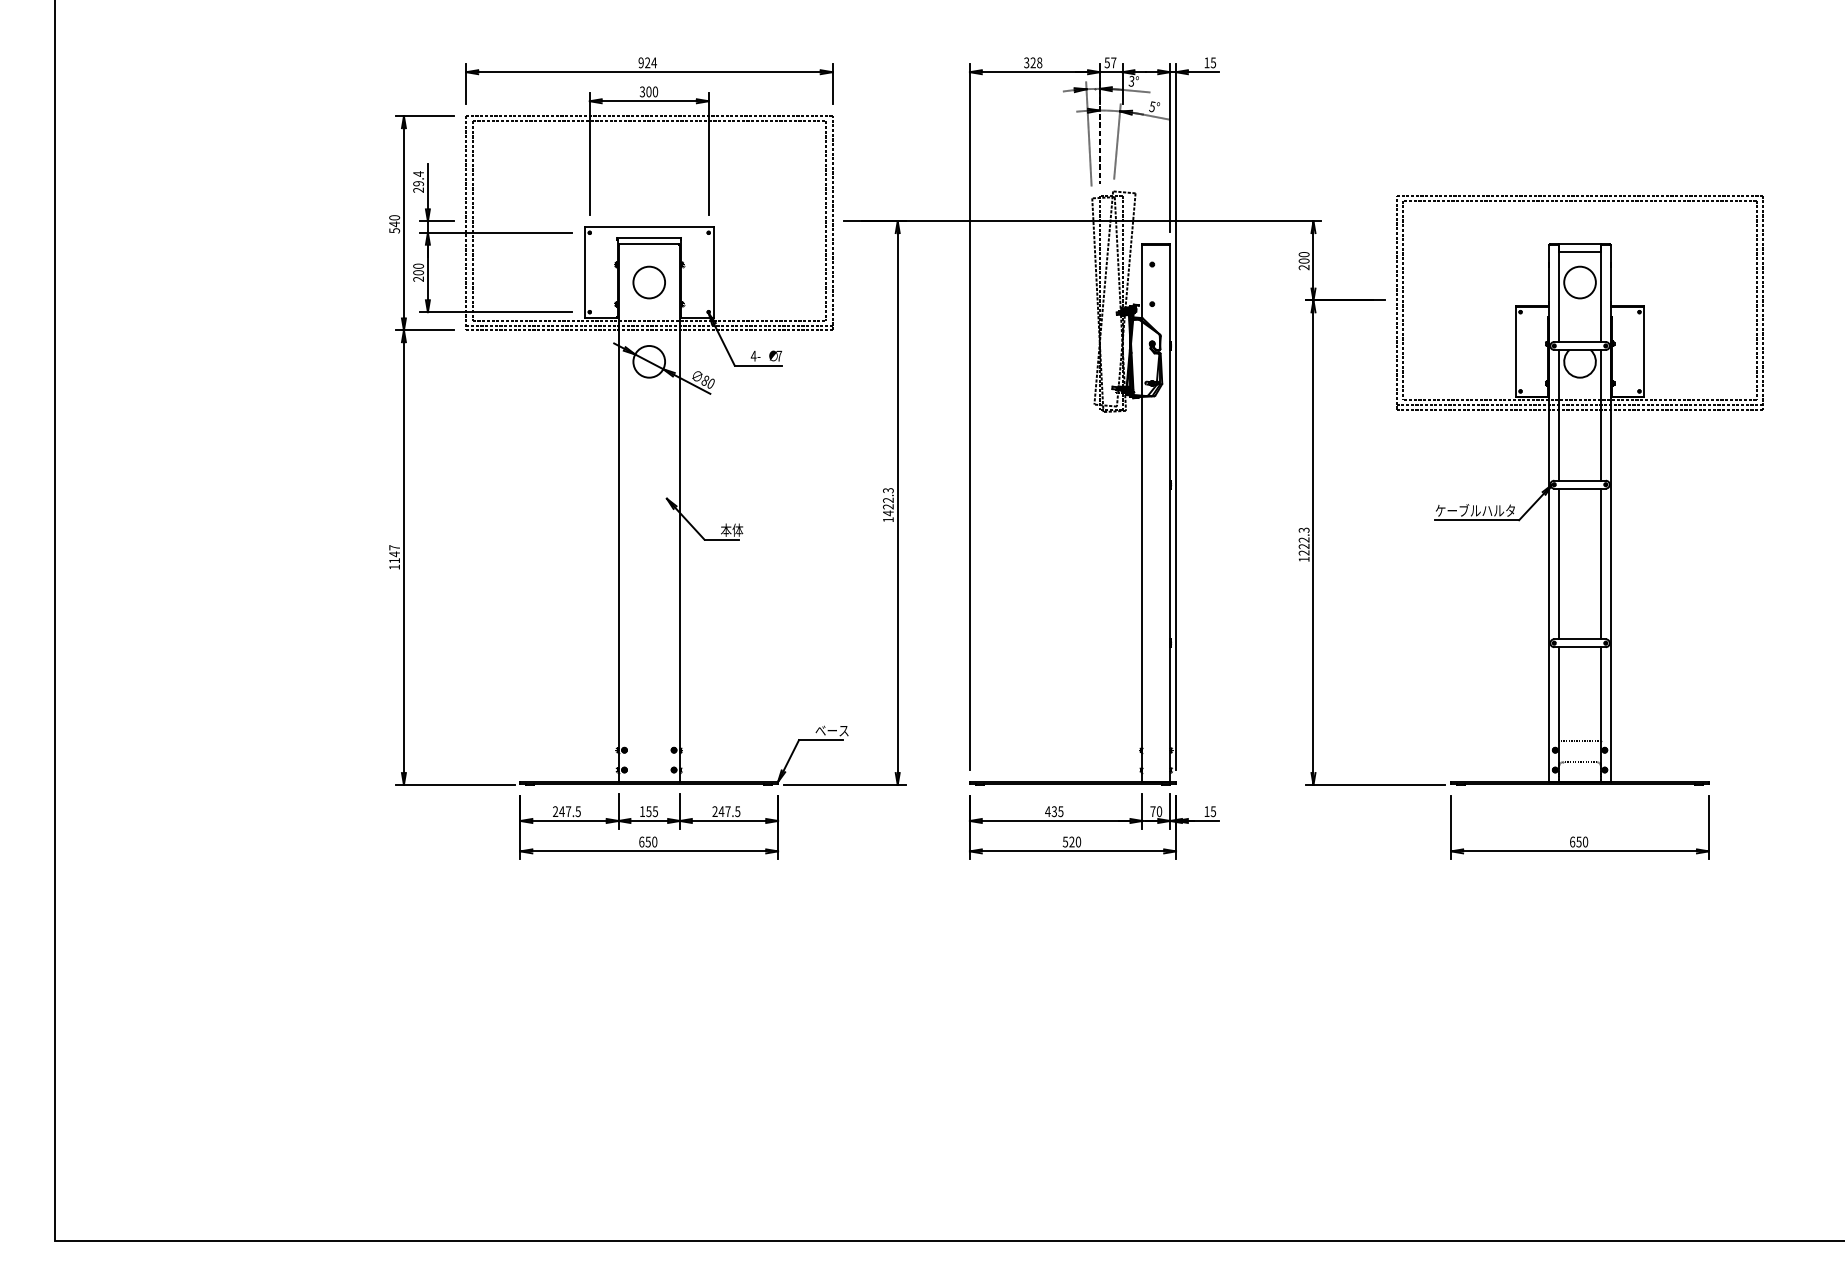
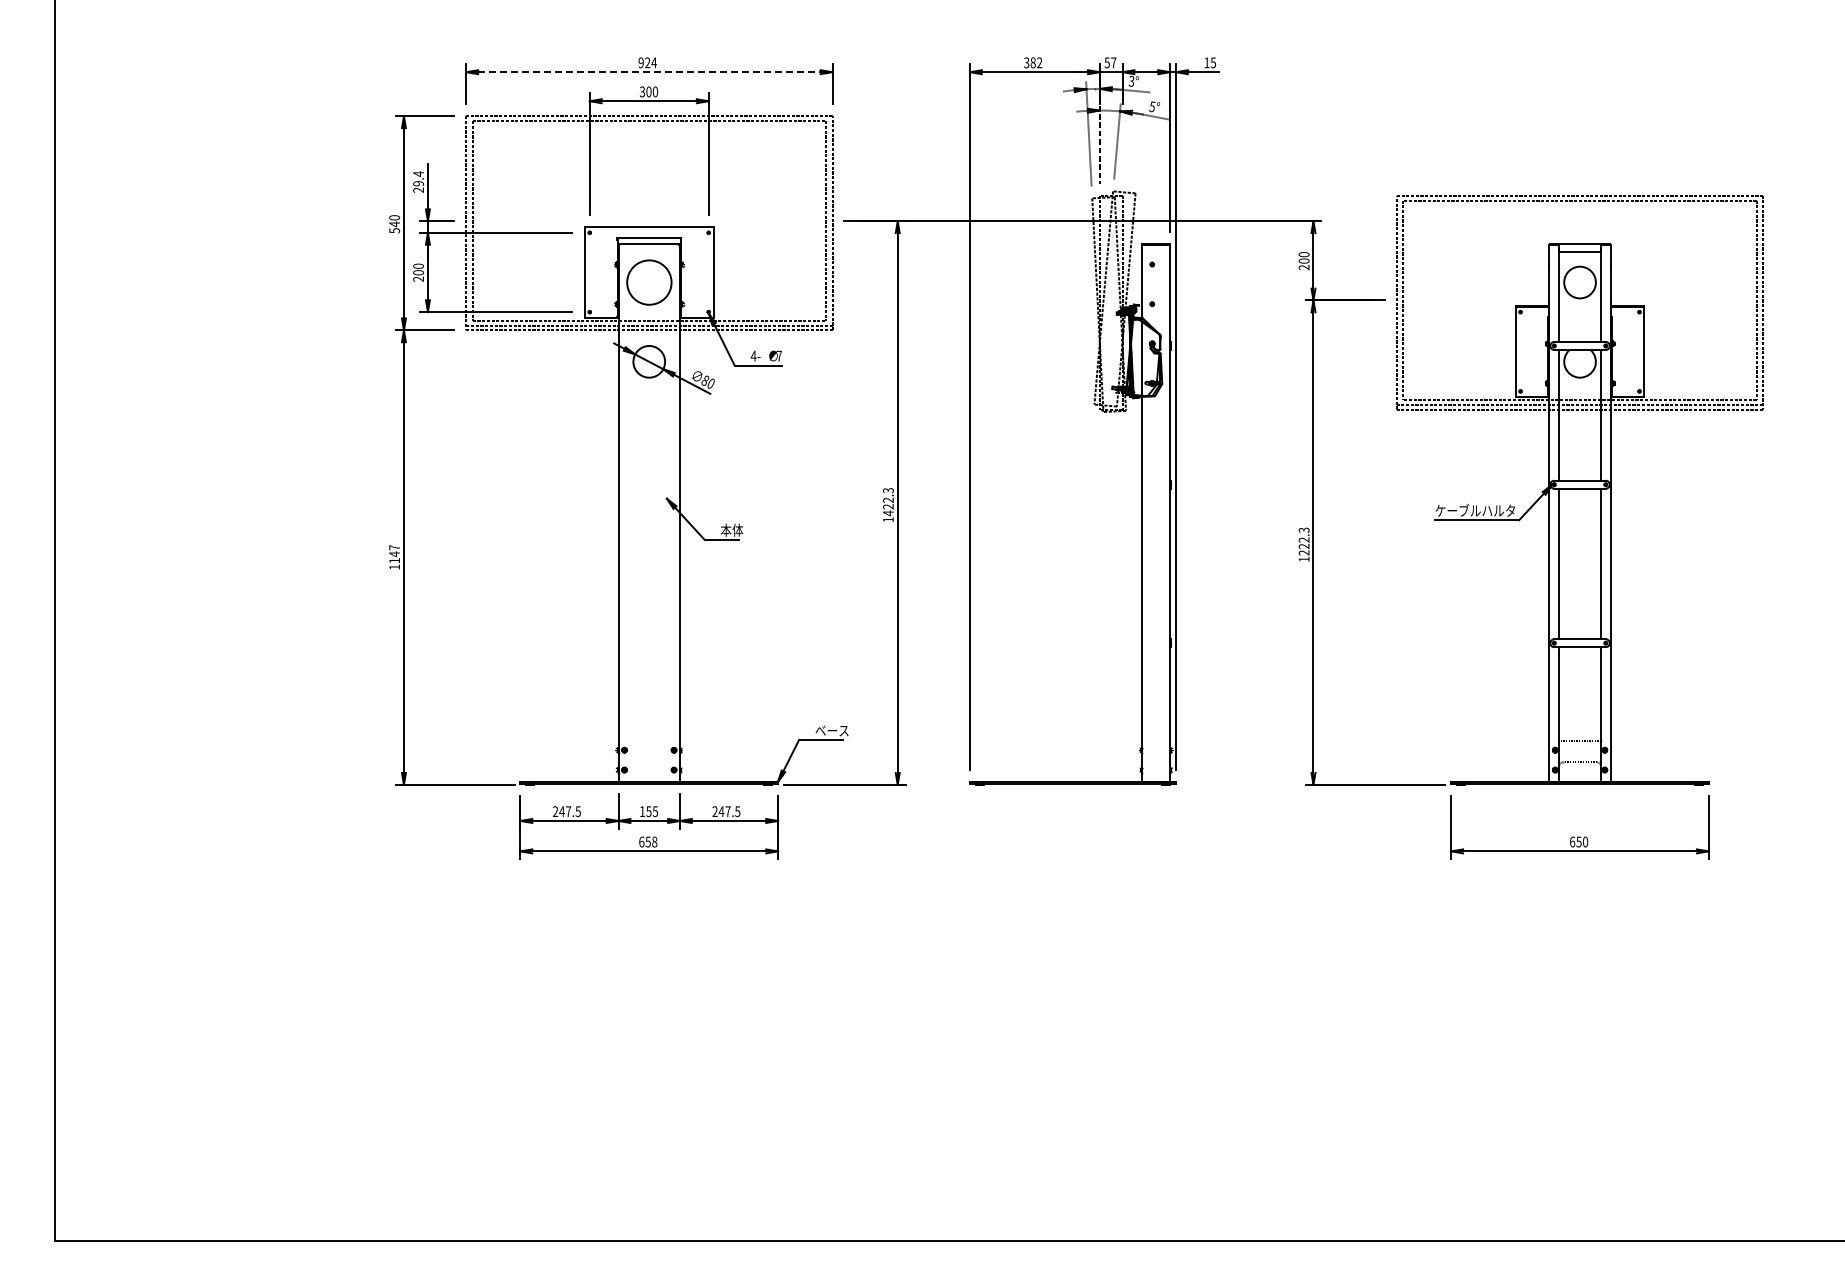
text at (1036, 62): 328 -> 382
line at (649, 72): solid -> dashed
circle at (648, 282) size: 34x35 px -> 47x47 px
part at (1094, 826): present -> none
text at (654, 842): 650 -> 658
